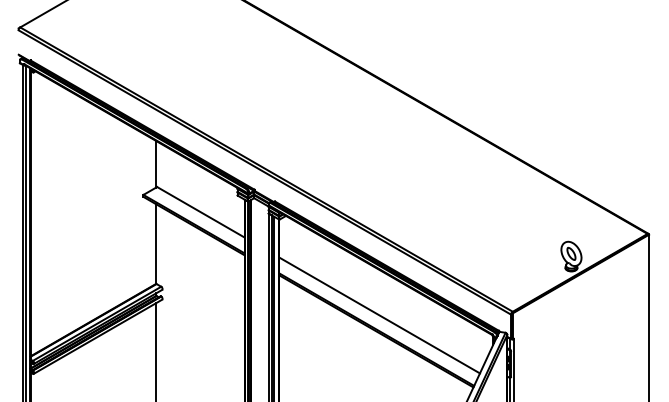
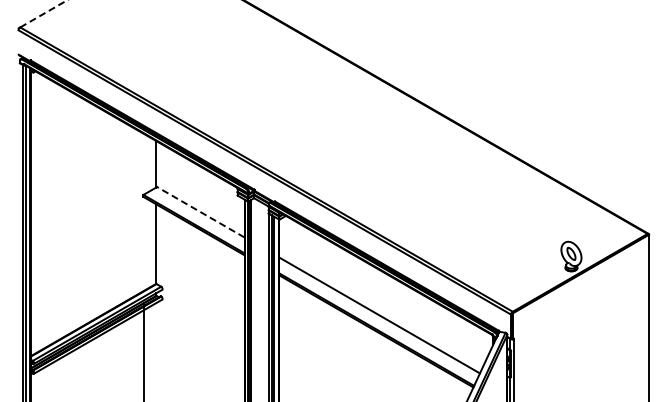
line at (44, 13): solid -> dashed
line at (200, 212): solid -> dashed
line at (155, 350) position: (155, 350) -> (143, 350)
